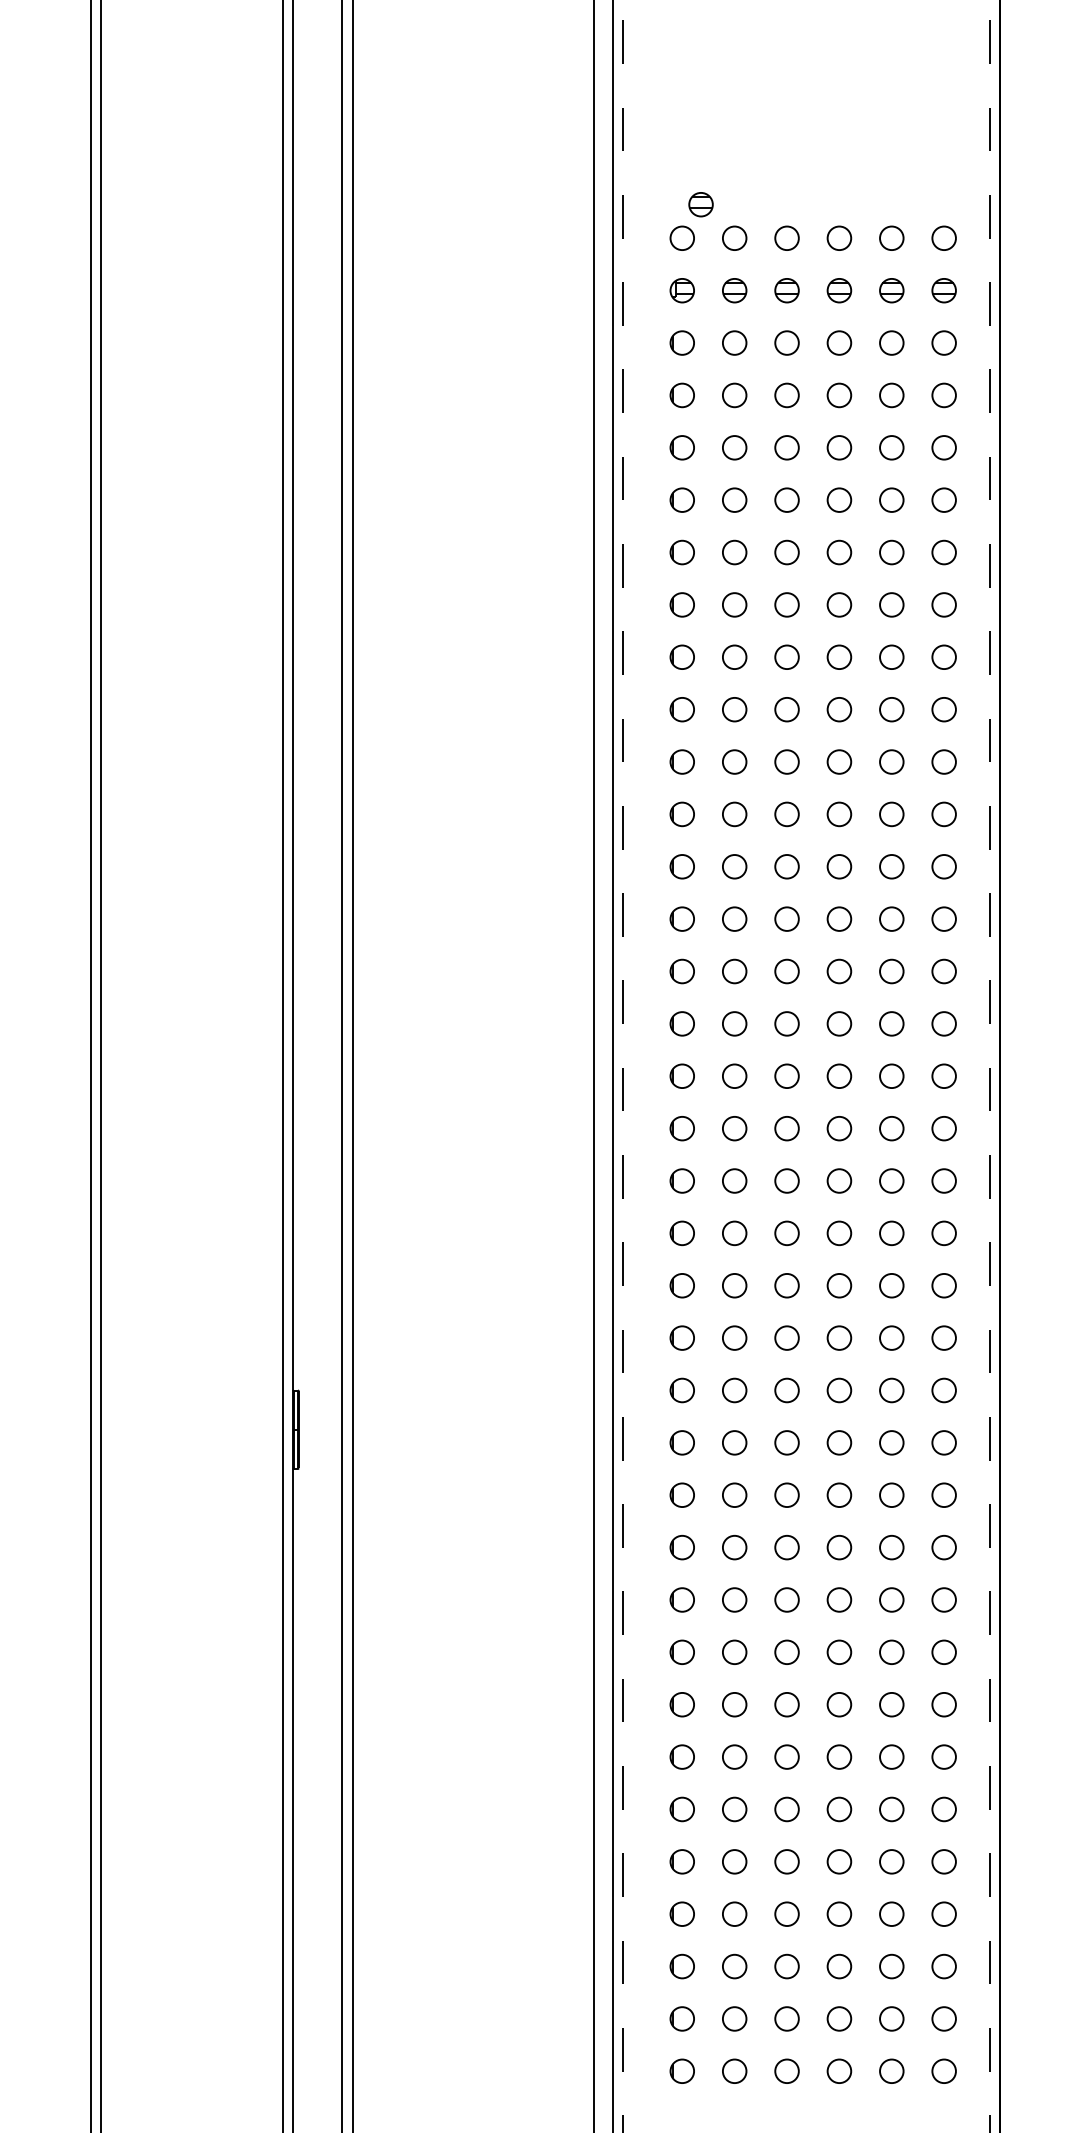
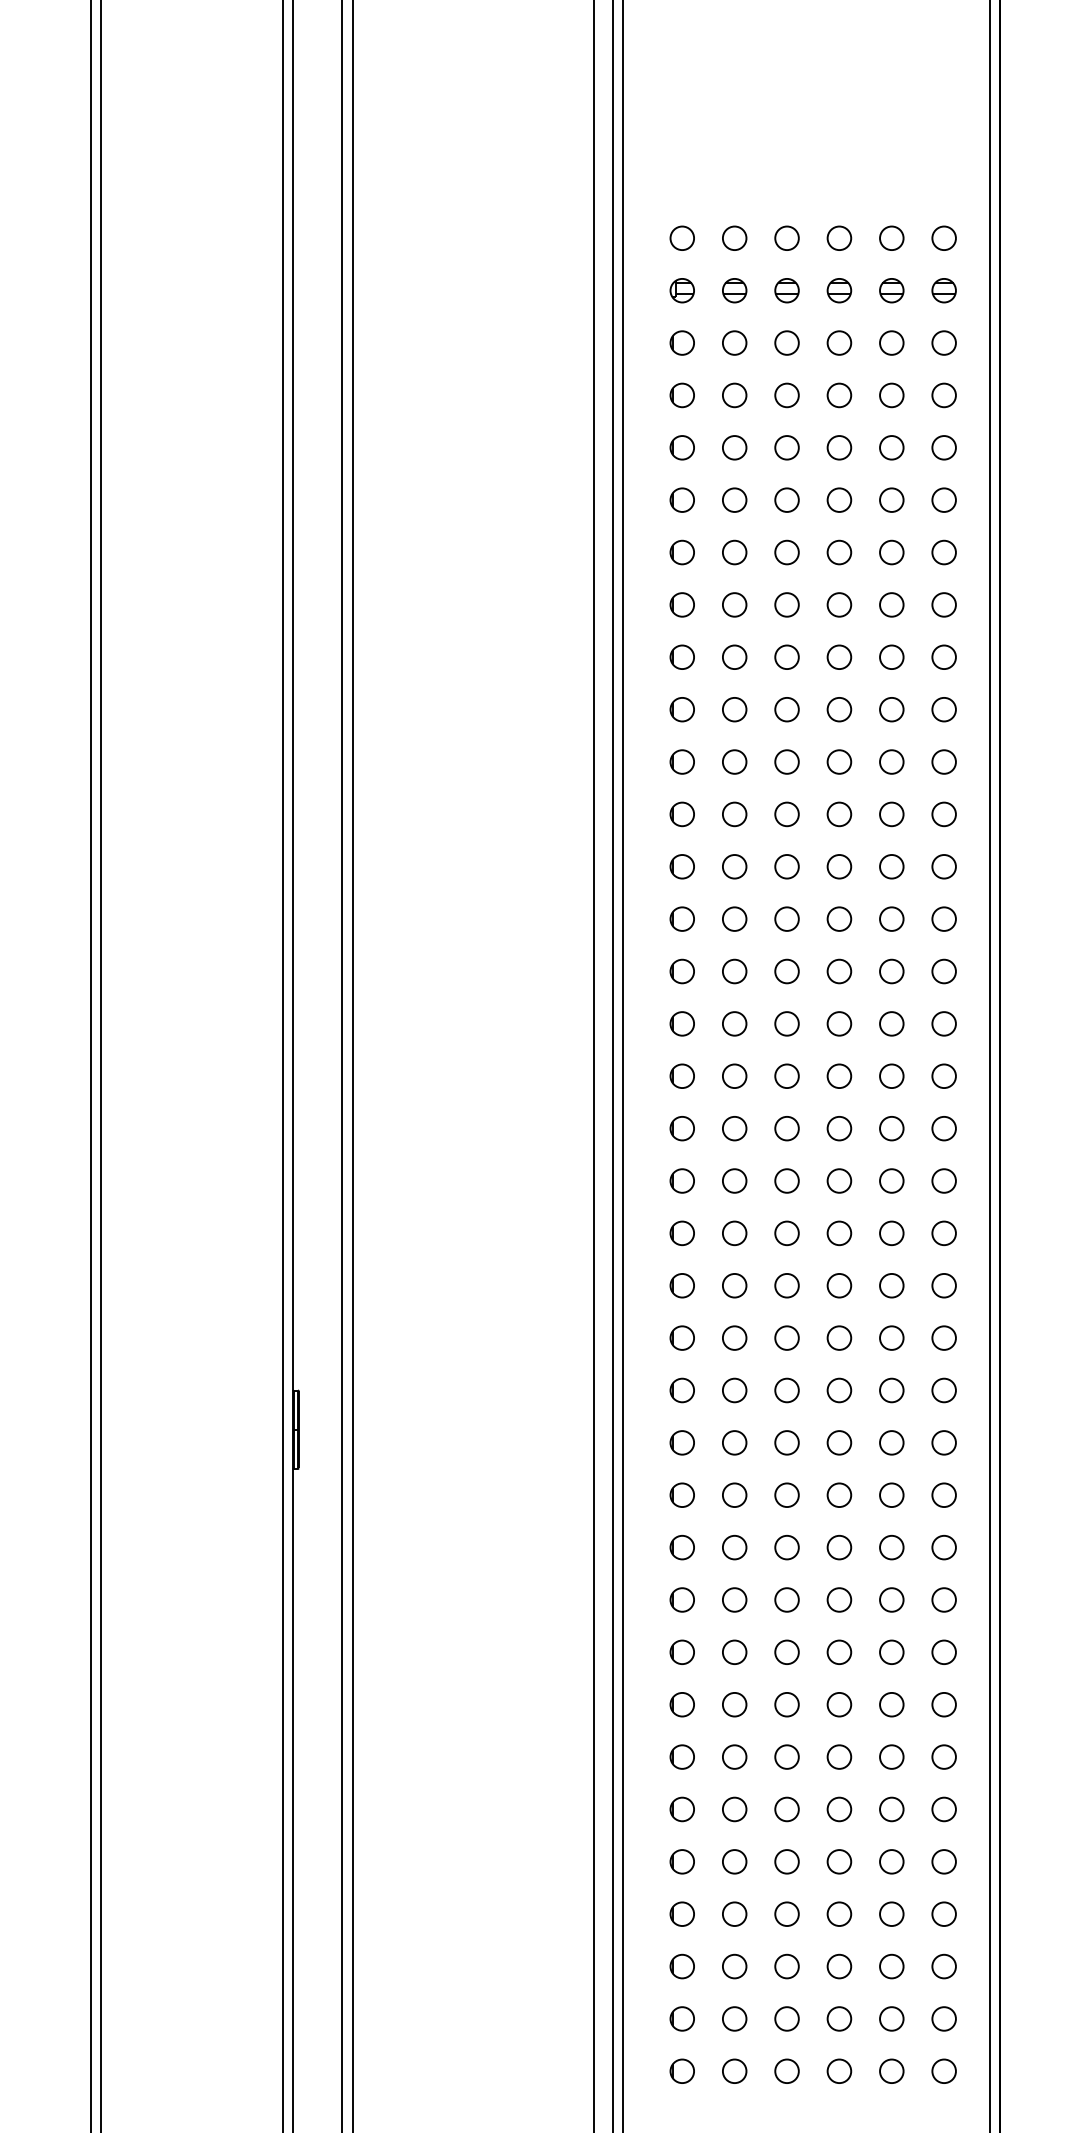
part at (700, 204): present -> none
line at (623, 1065): dashed -> solid
line at (990, 1065): dashed -> solid
